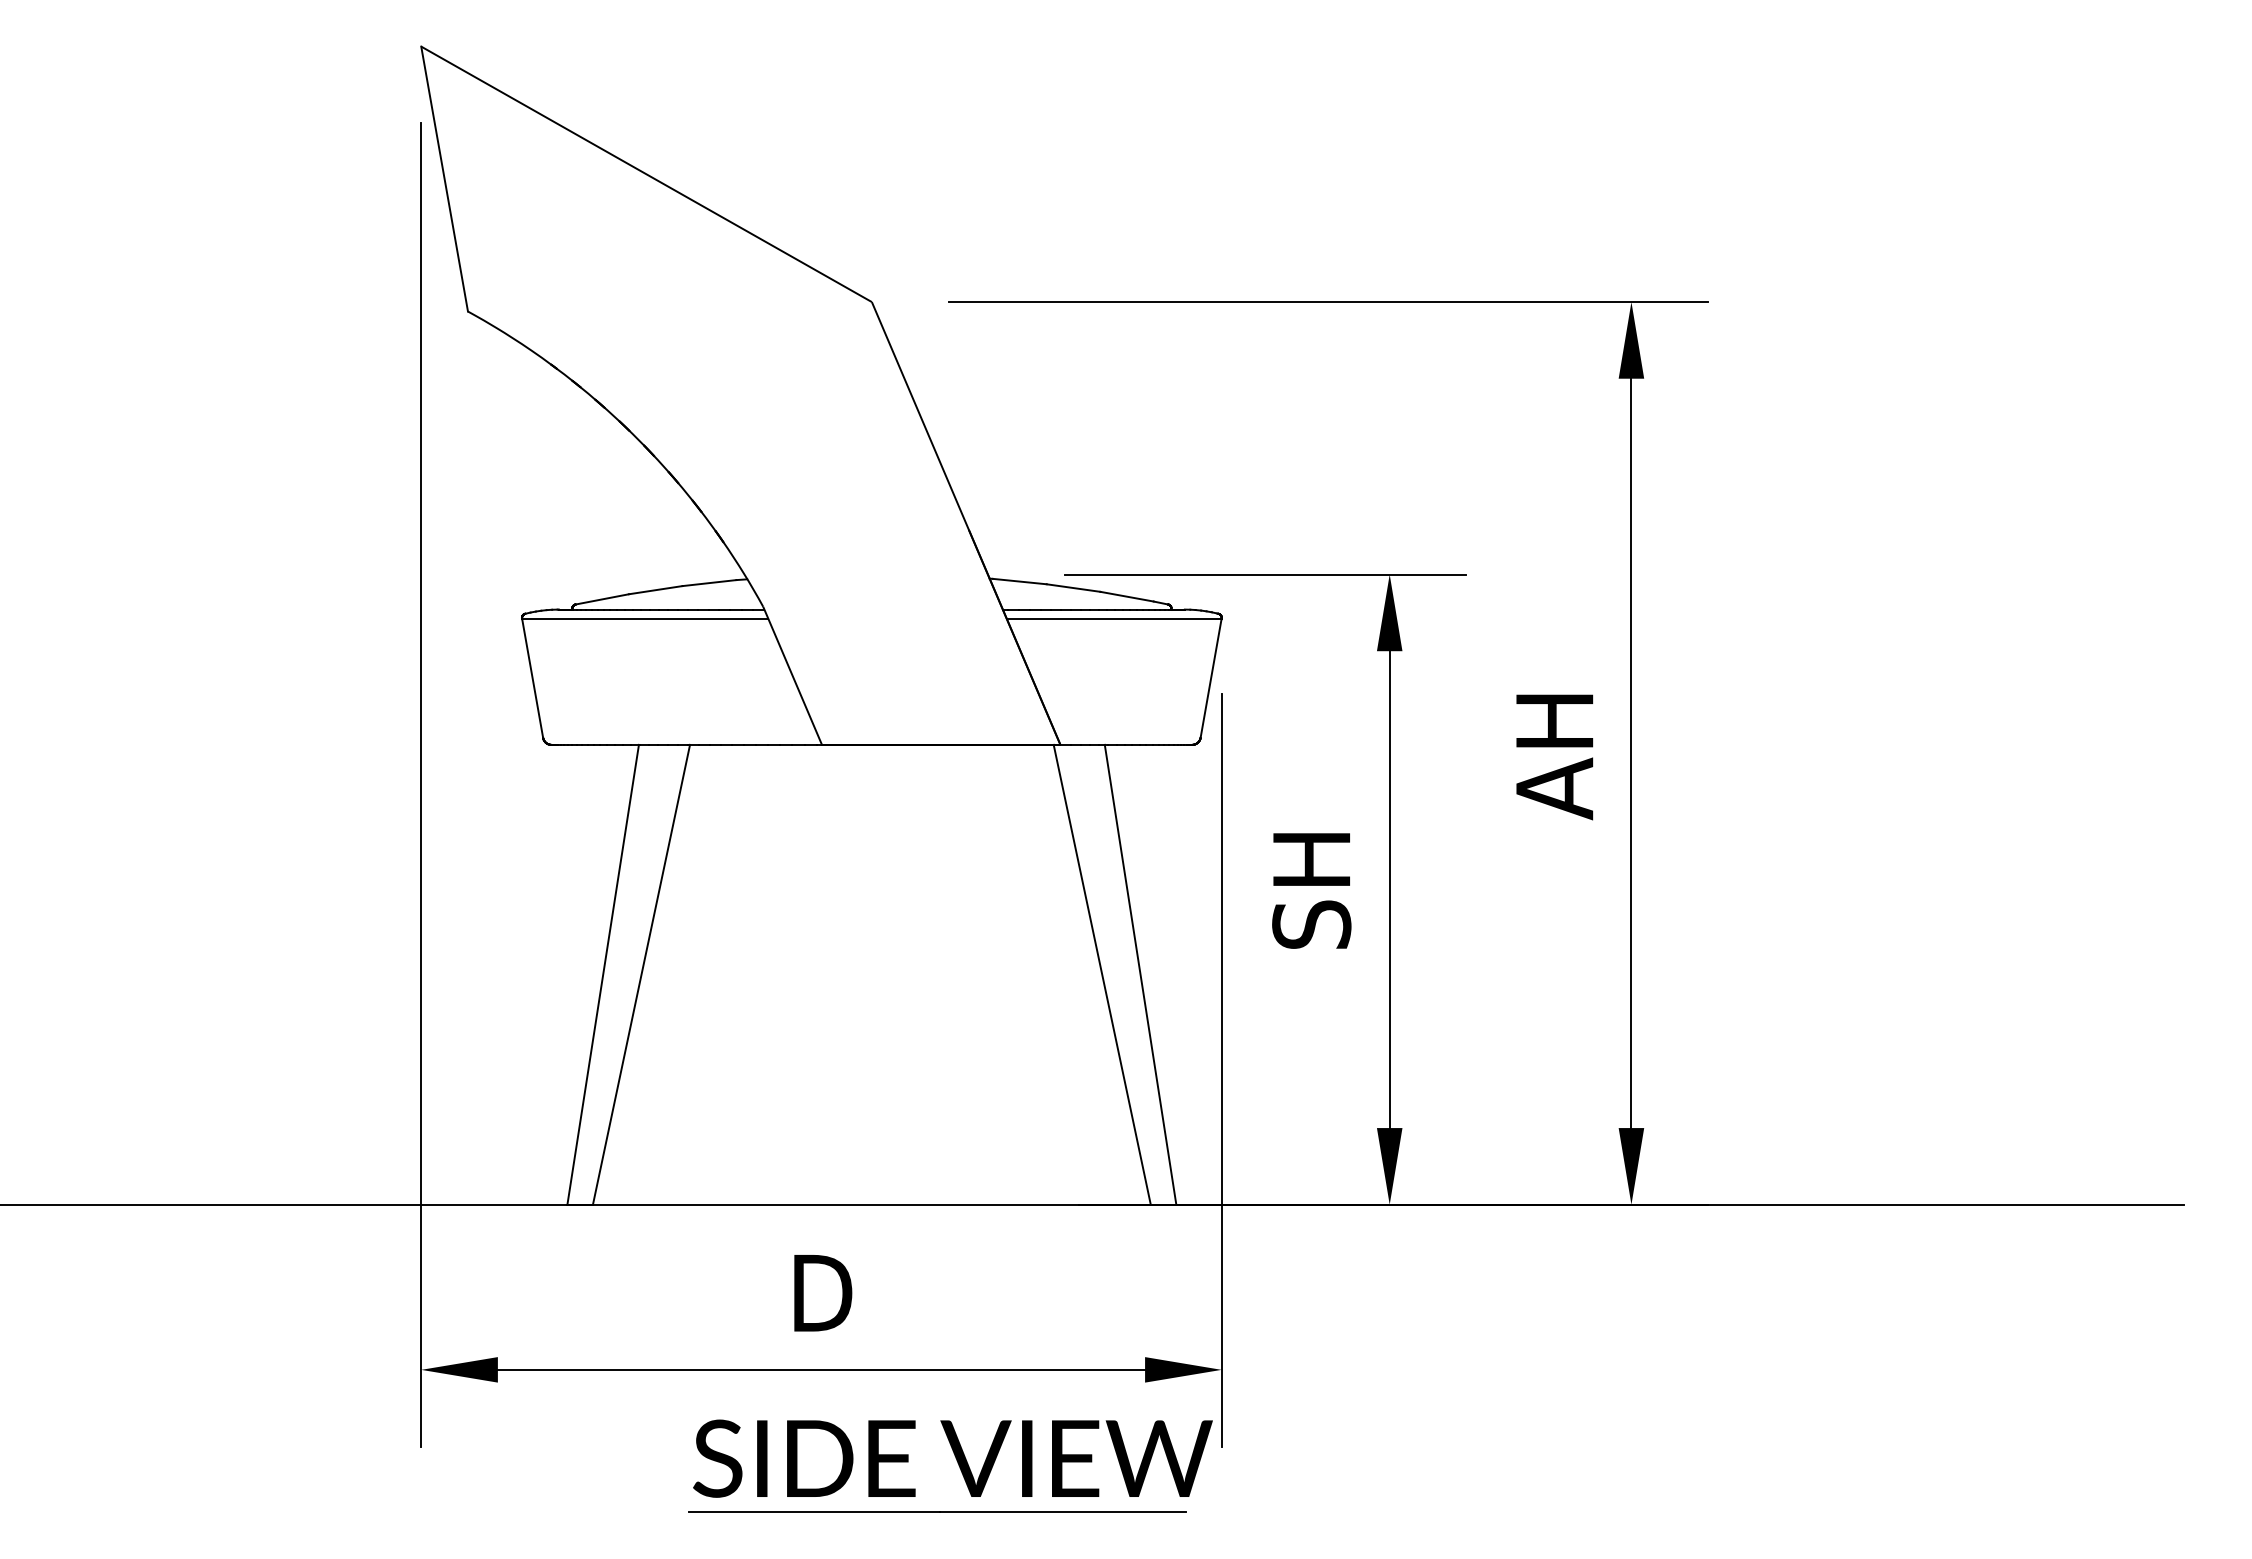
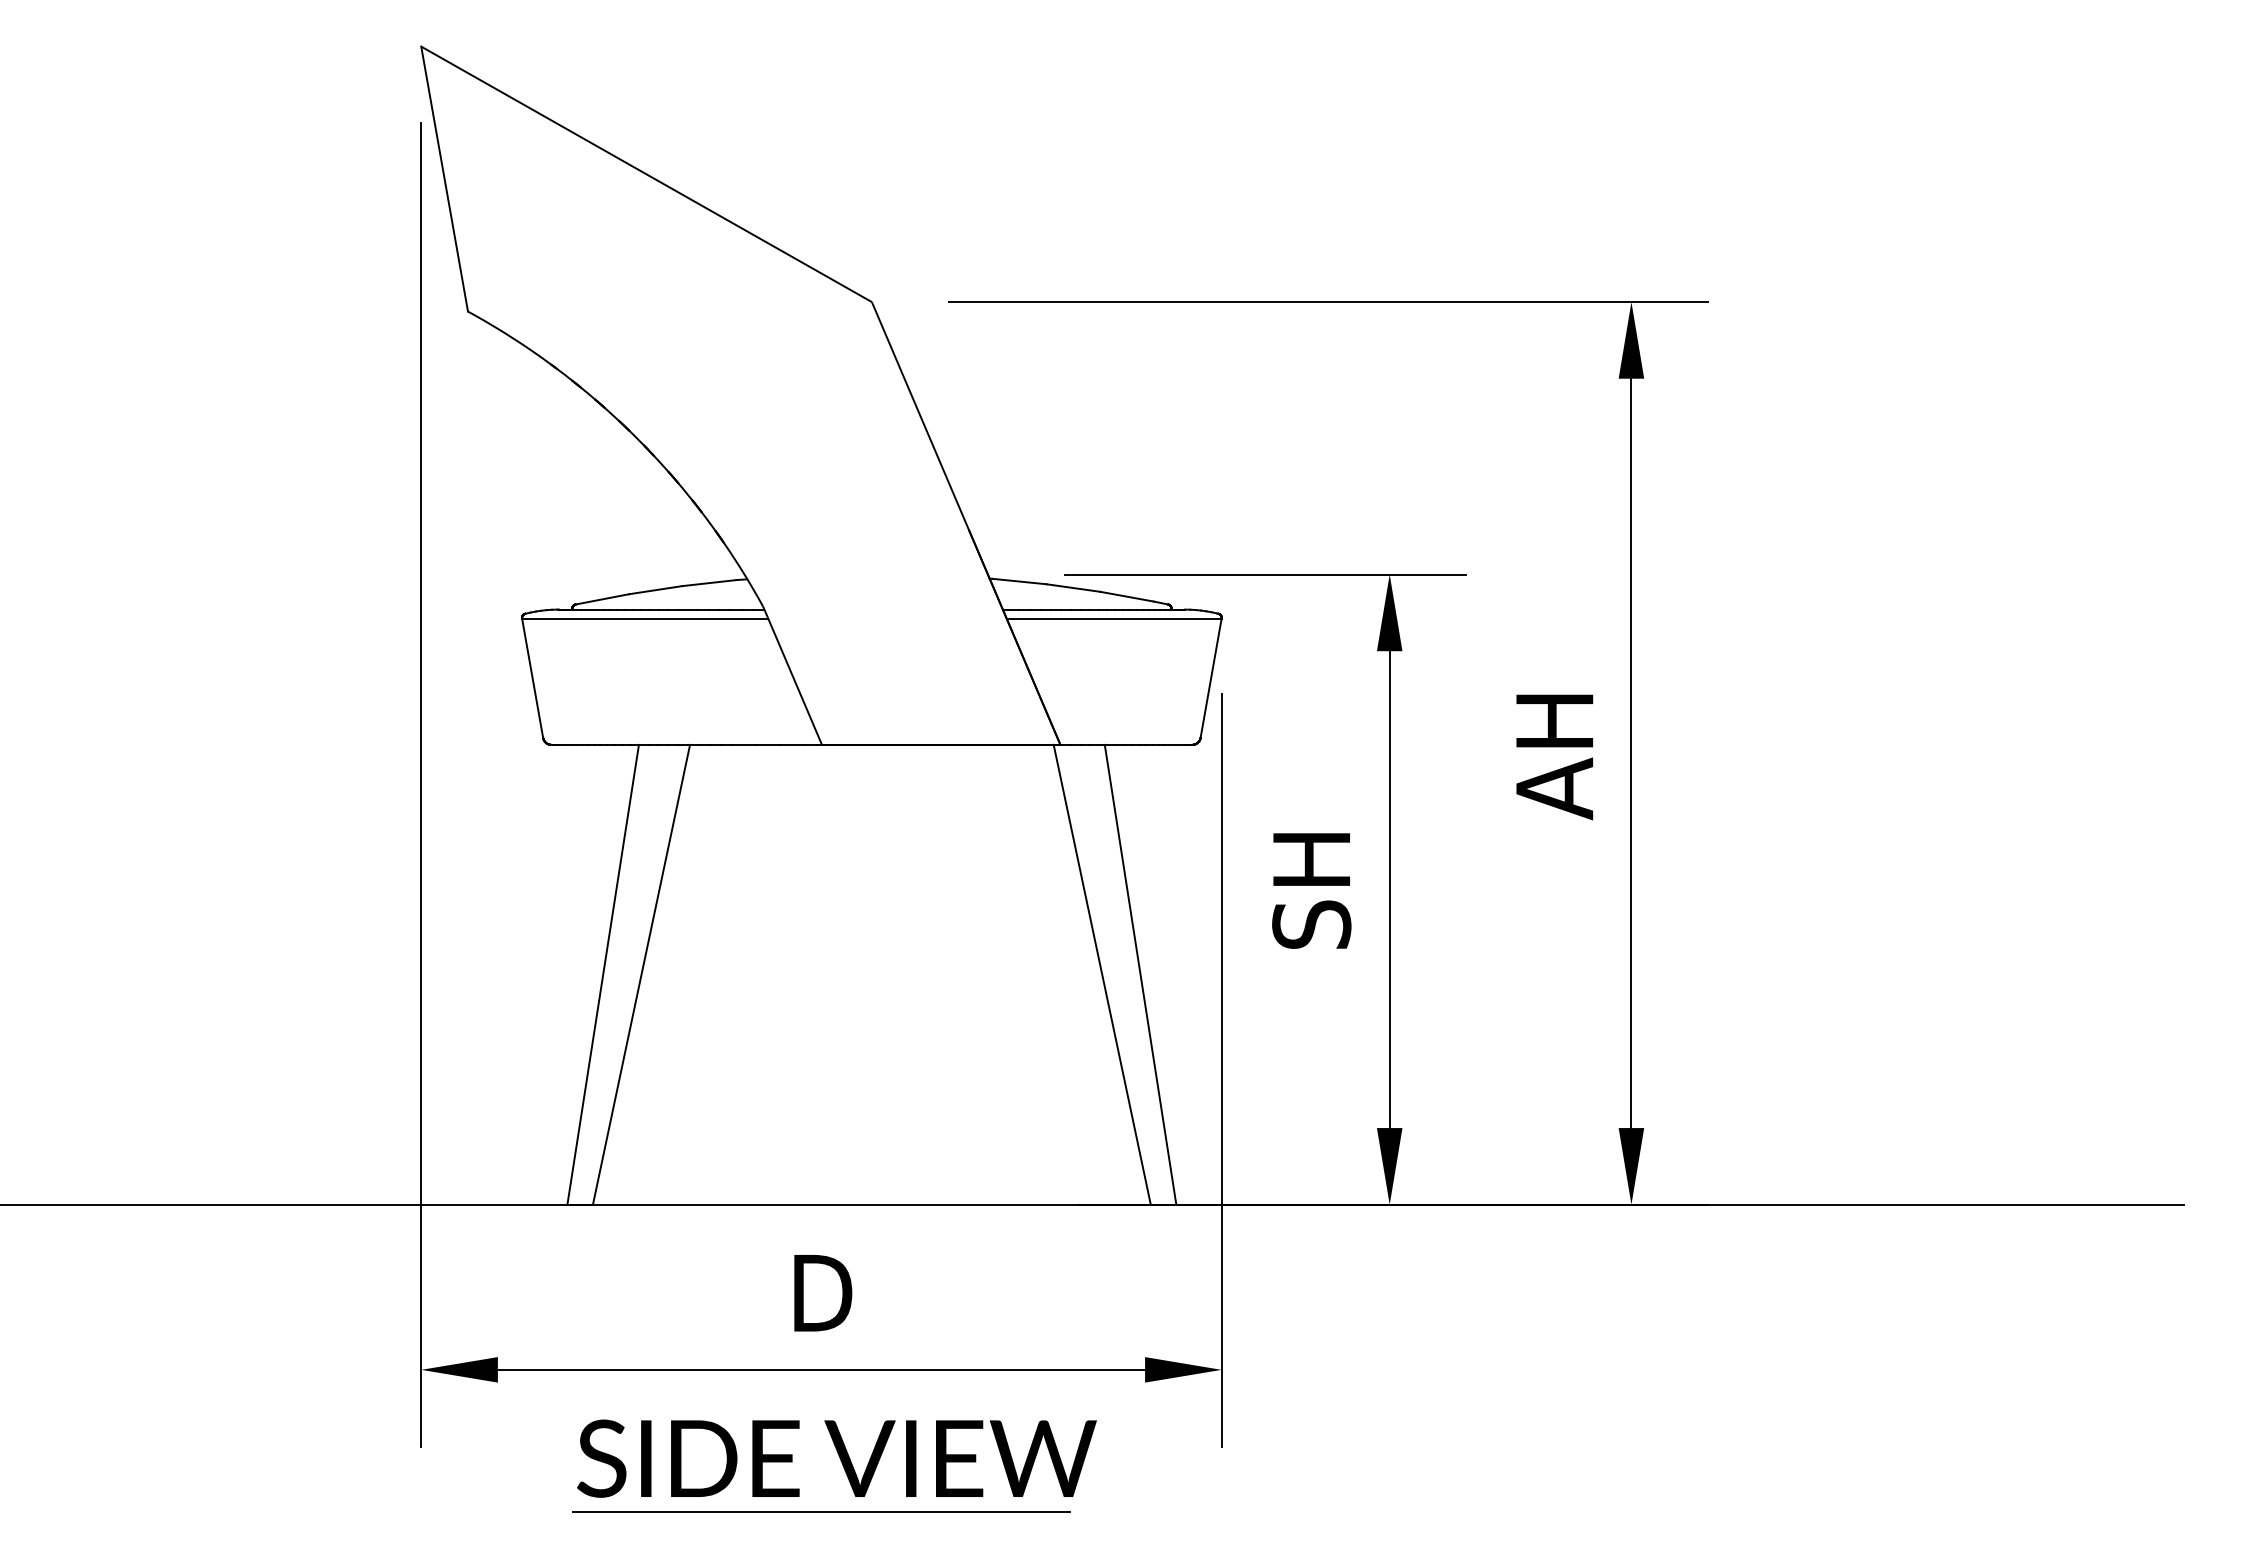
part at (957, 1463) position: (957, 1463) -> (841, 1463)
